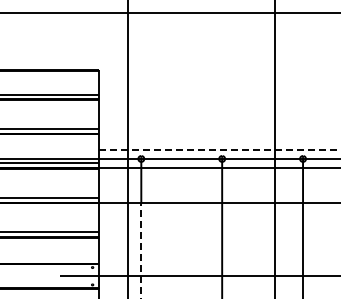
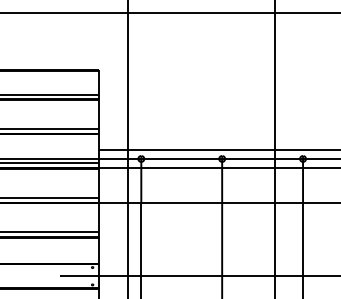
line at (220, 150): dashed -> solid
line at (141, 250): dashed -> solid
